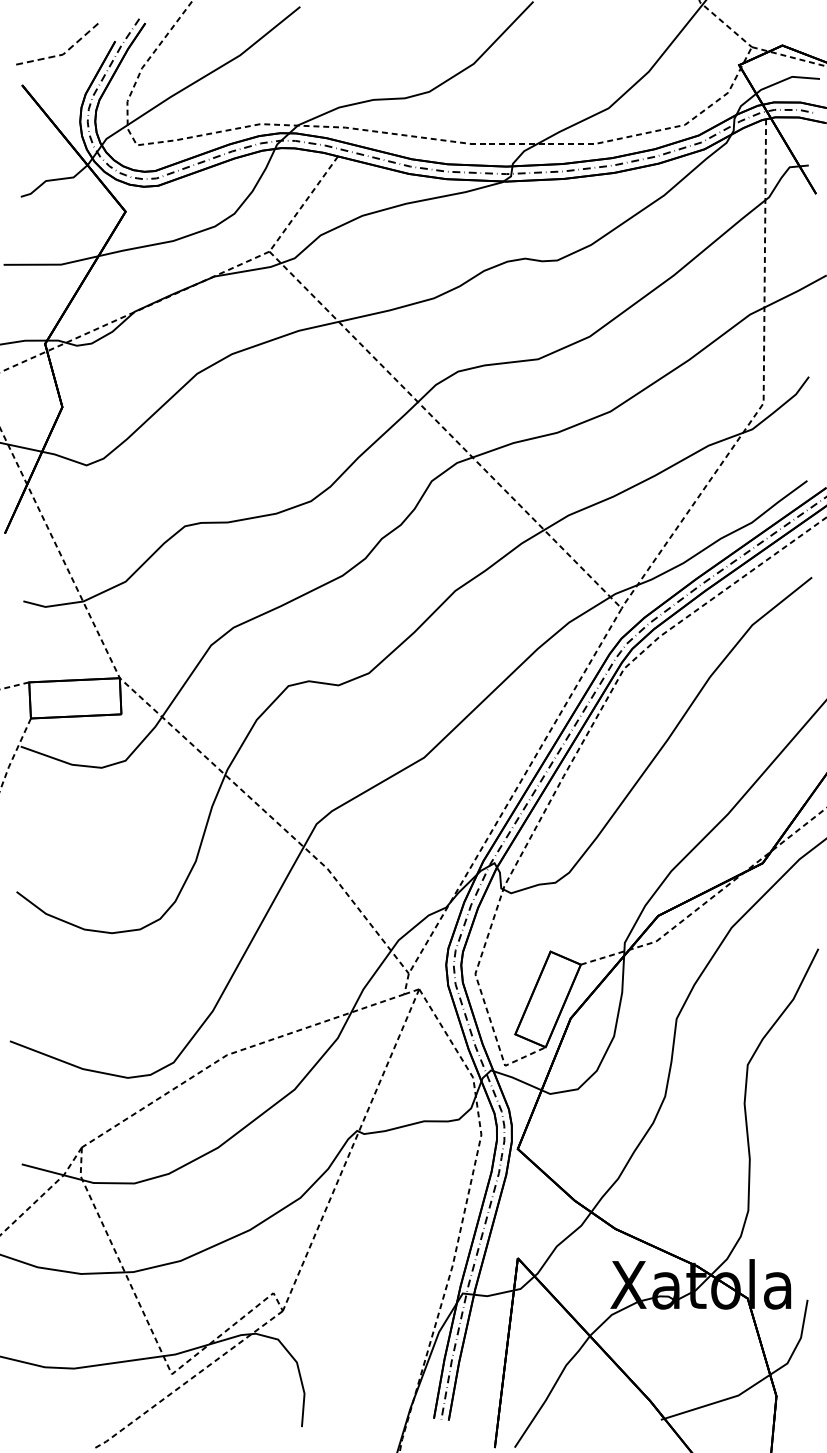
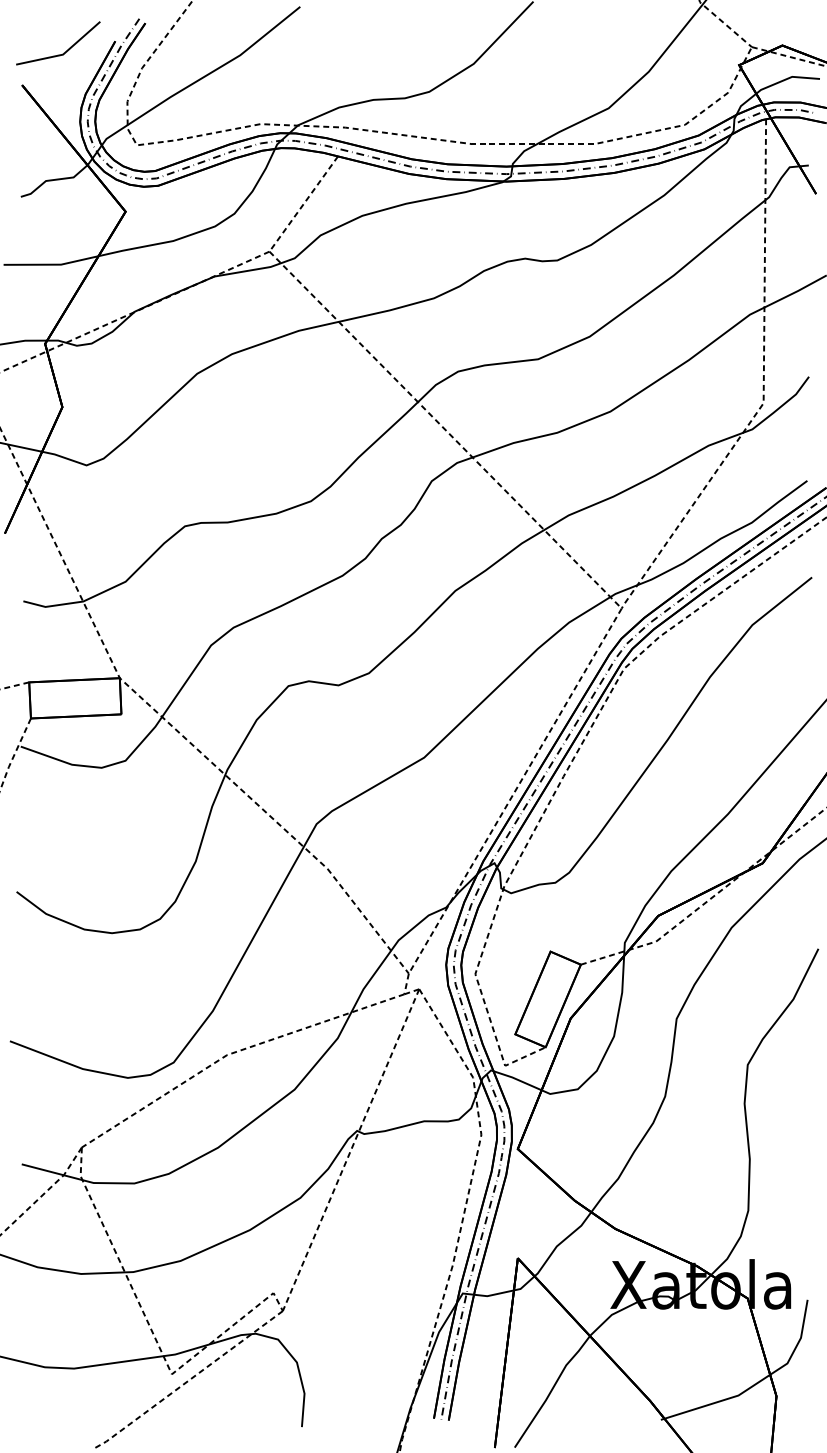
line at (63, 53): dashed -> solid
